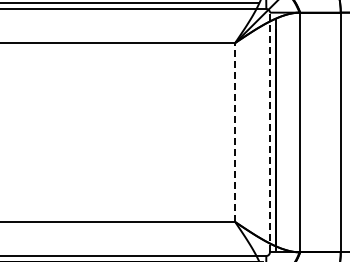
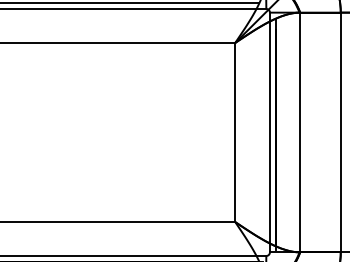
line at (235, 132): dashed -> solid
line at (269, 132): dashed -> solid
